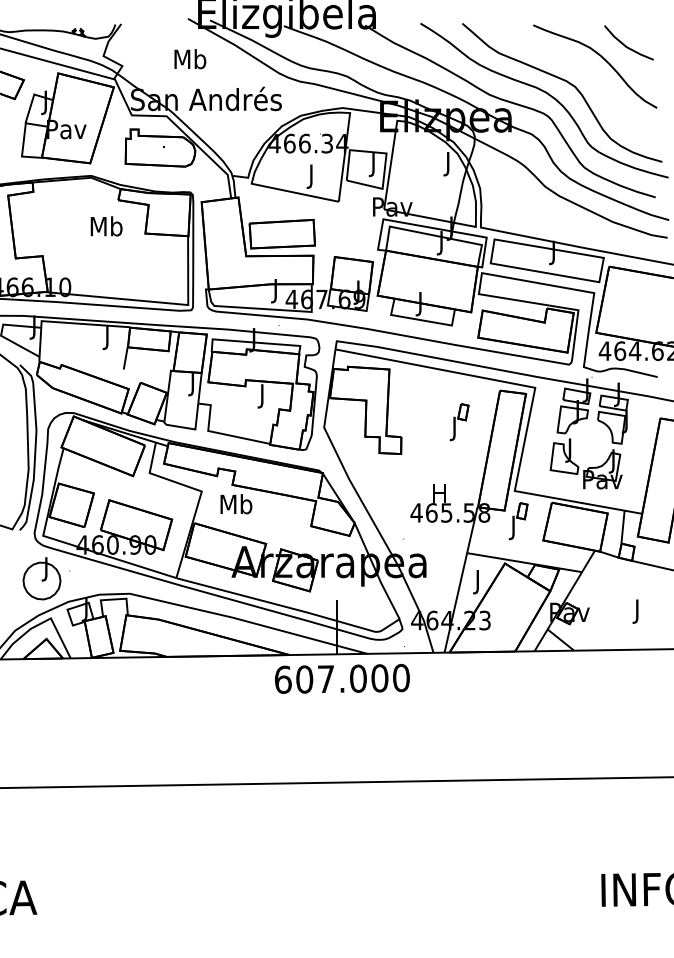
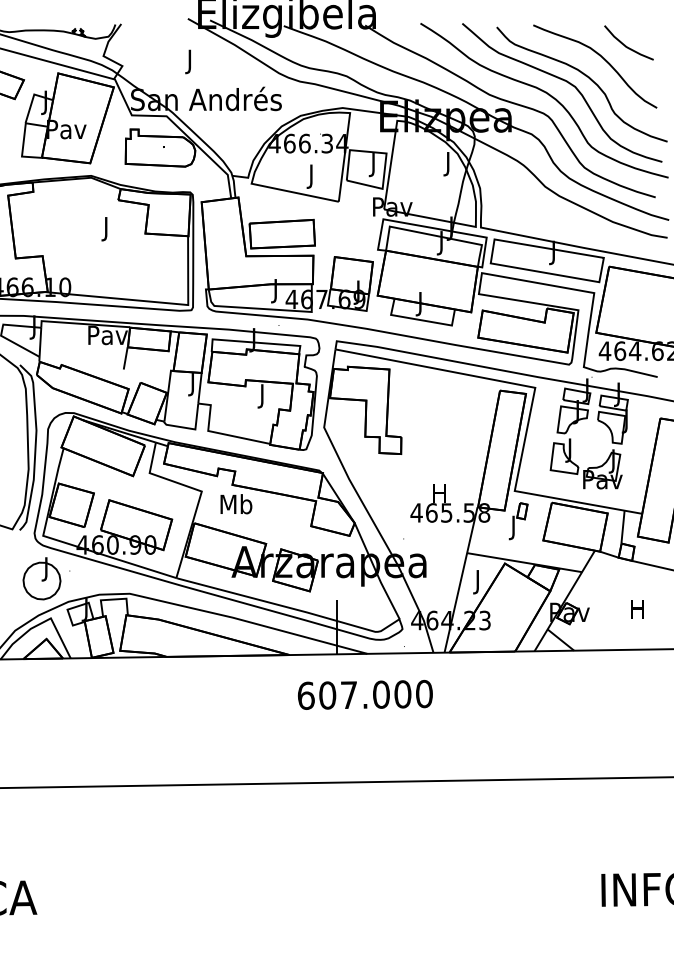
text at (190, 61): Mb -> J
curve at (585, 76): none -> present
text at (106, 228): Mb -> J
text at (107, 337): J -> Pav
part at (459, 422): present -> none
text at (637, 611): J -> H
text at (342, 678) position: (342, 678) -> (365, 694)
